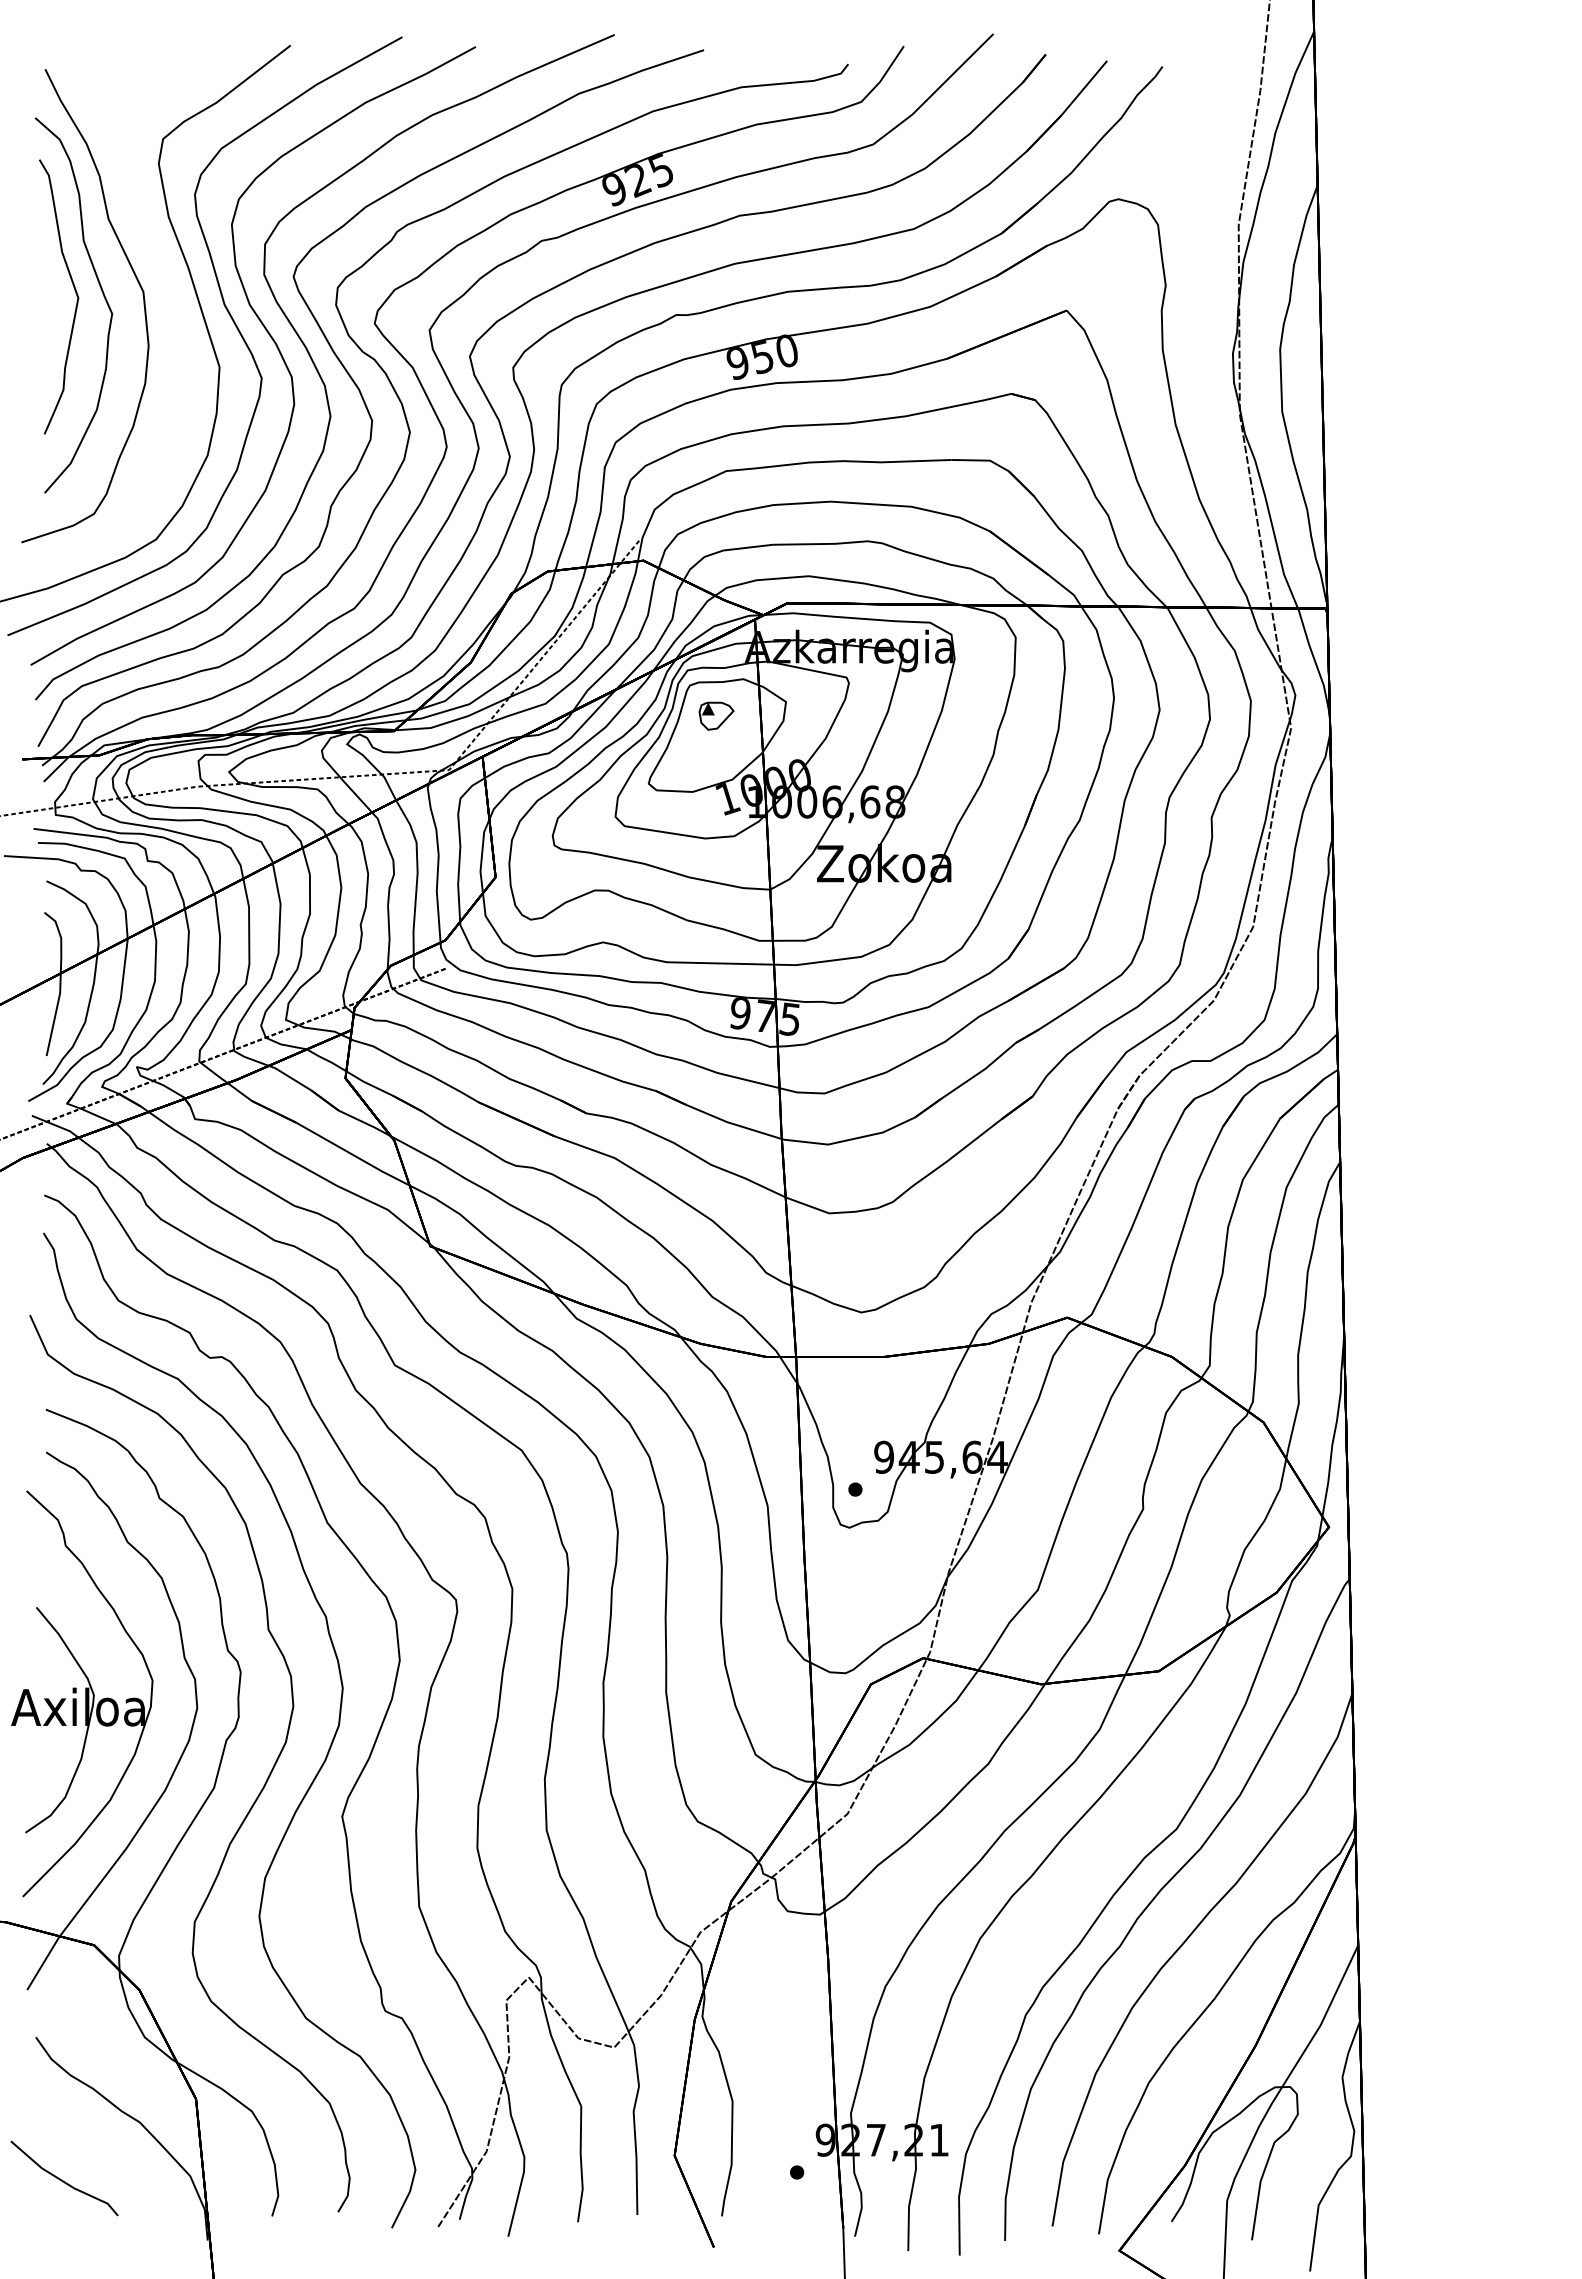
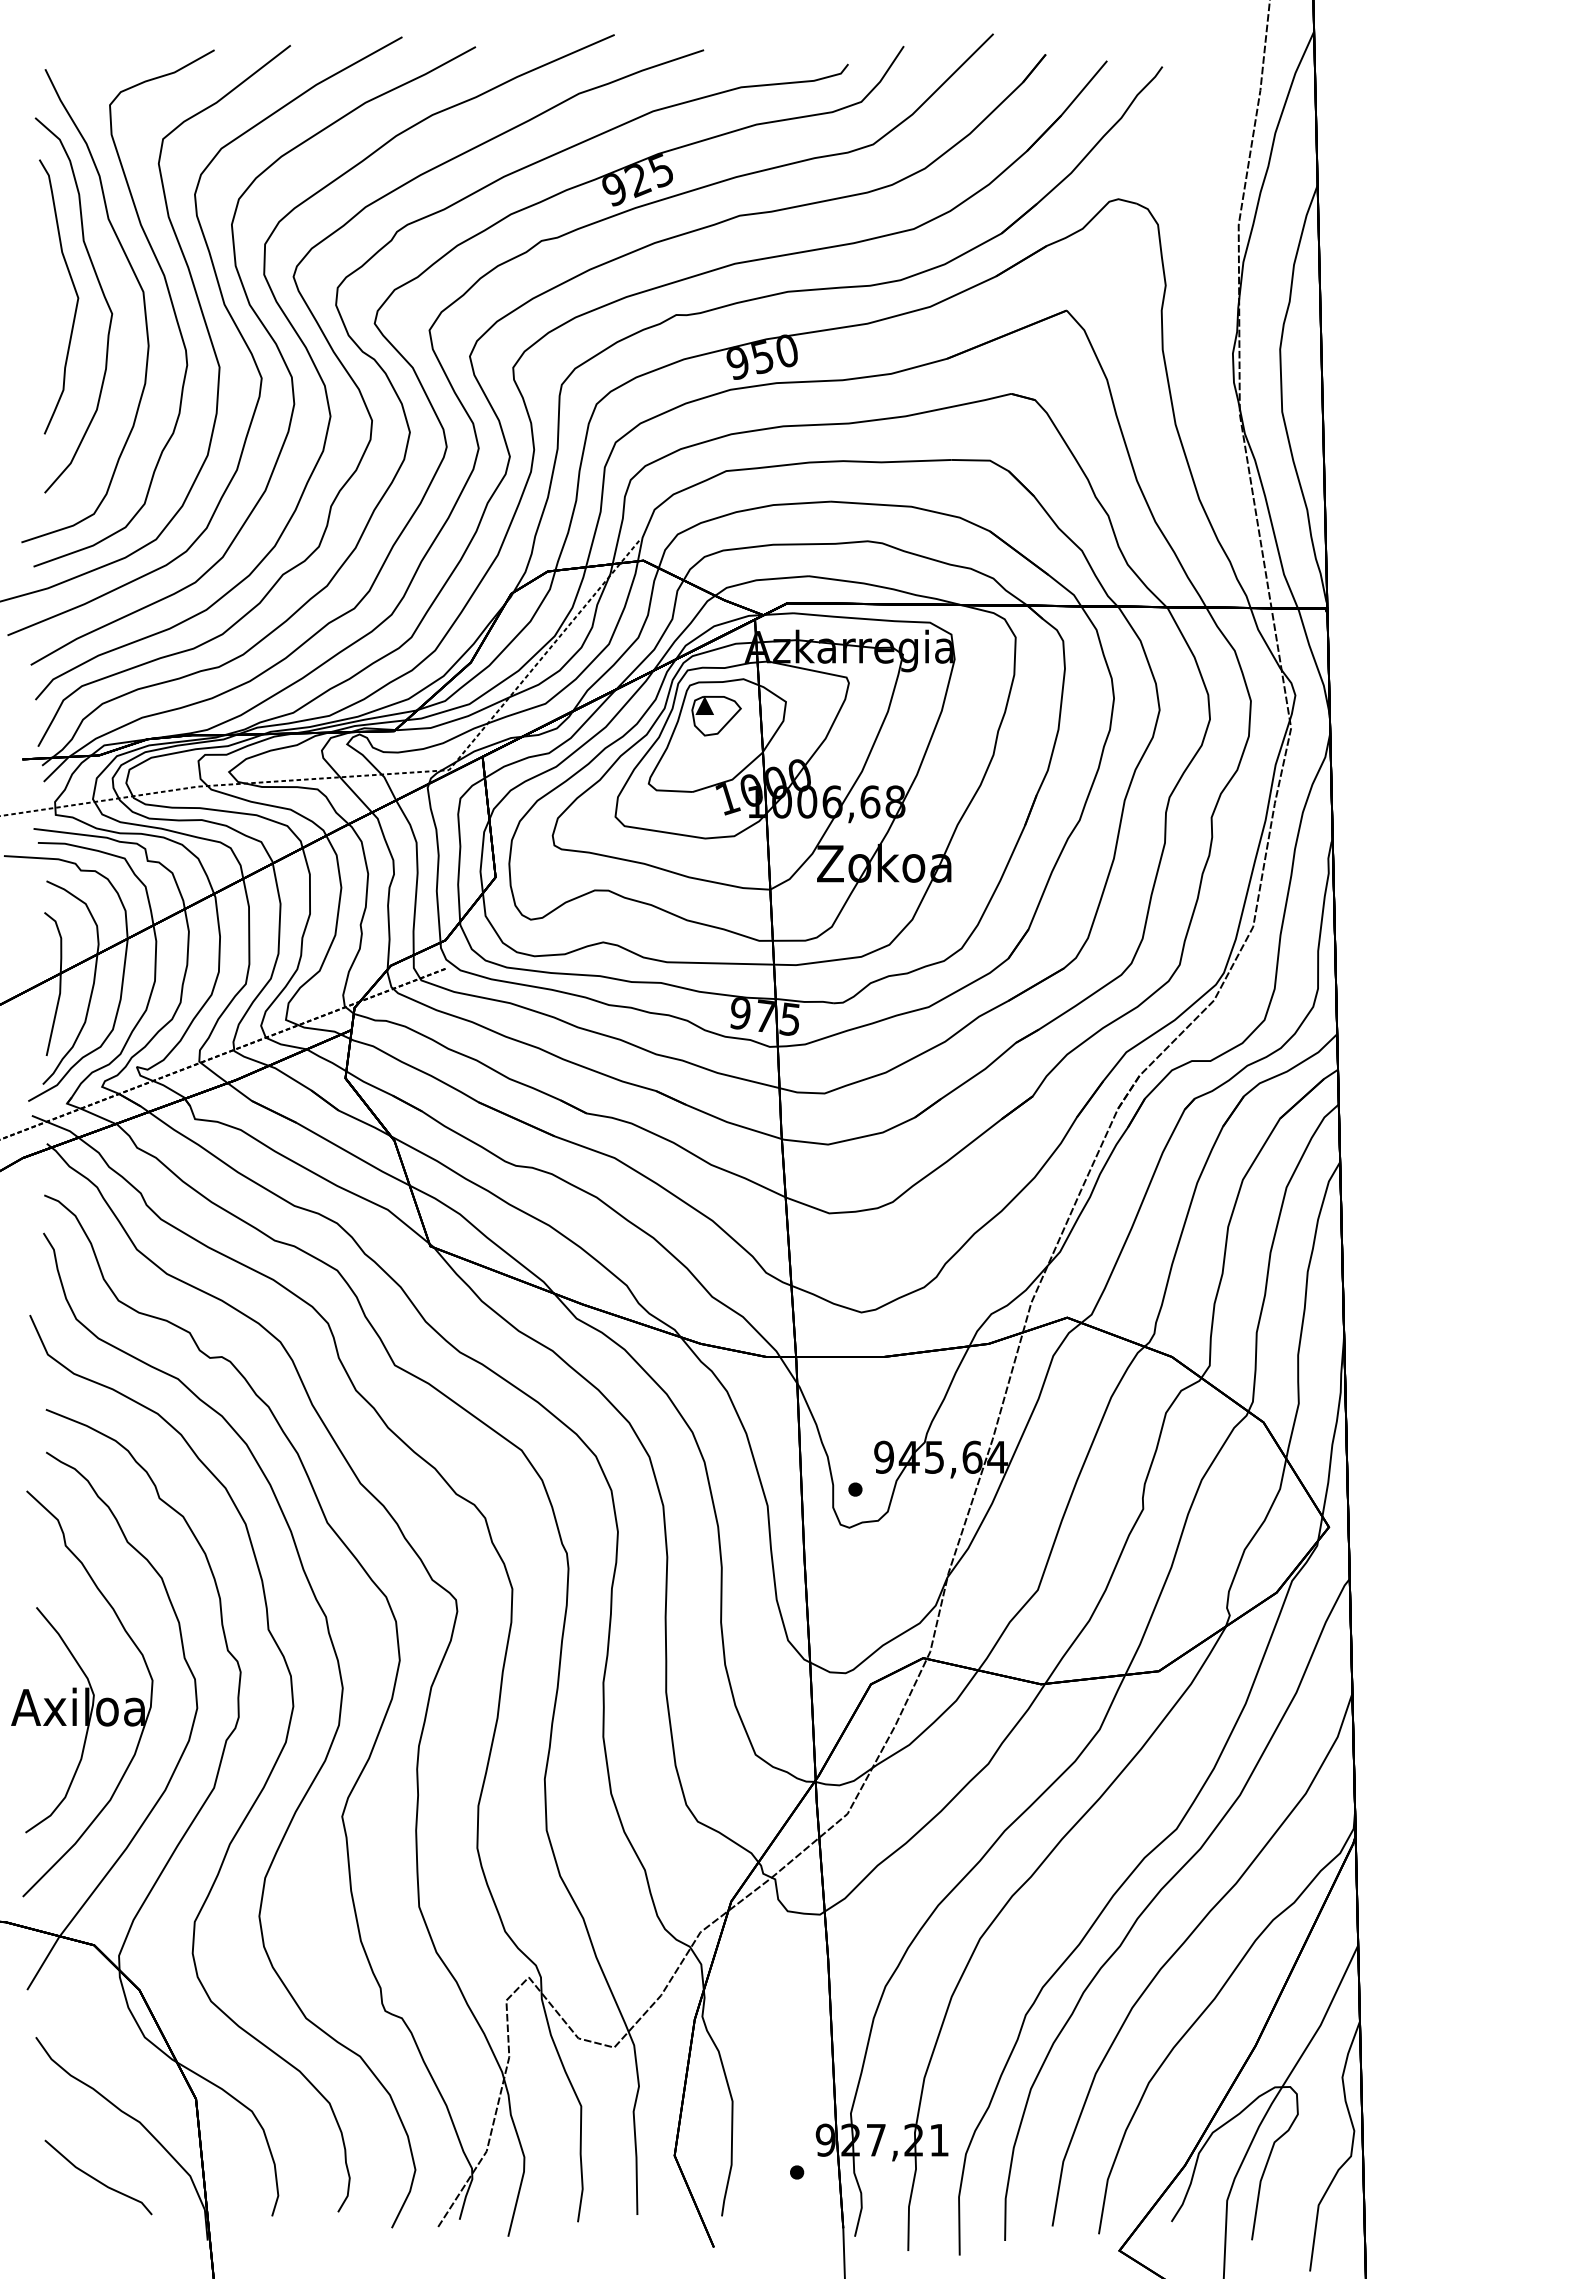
curve at (169, 298): none -> present
part at (716, 715) size: 37x30 px -> 51x41 px
line at (62, 2179) position: (62, 2179) -> (96, 2178)
